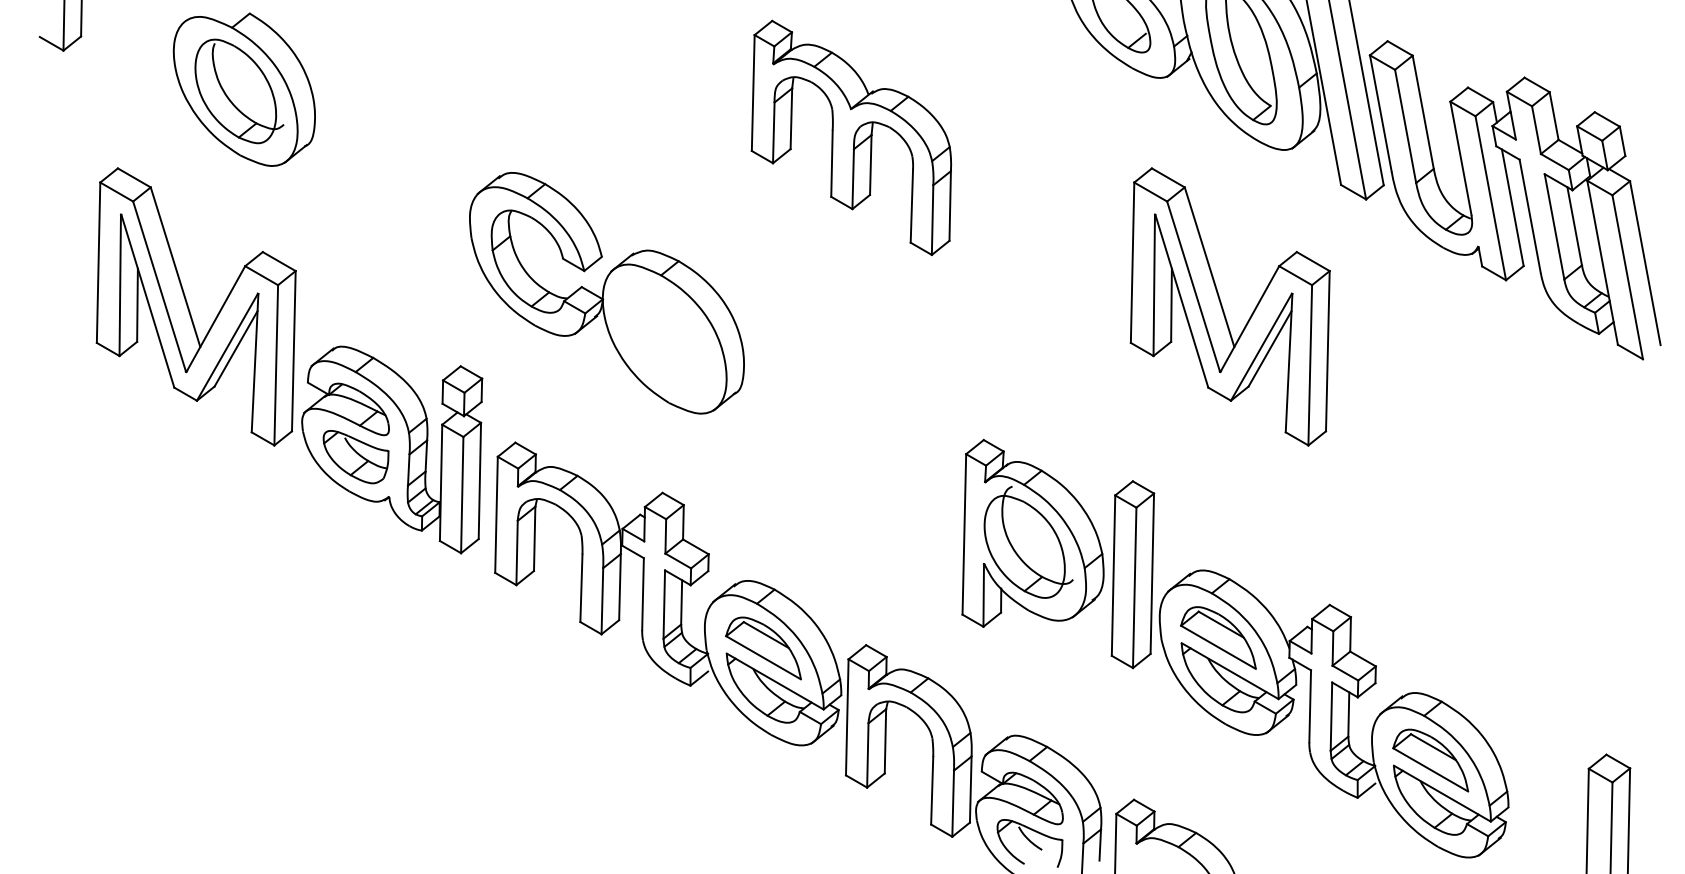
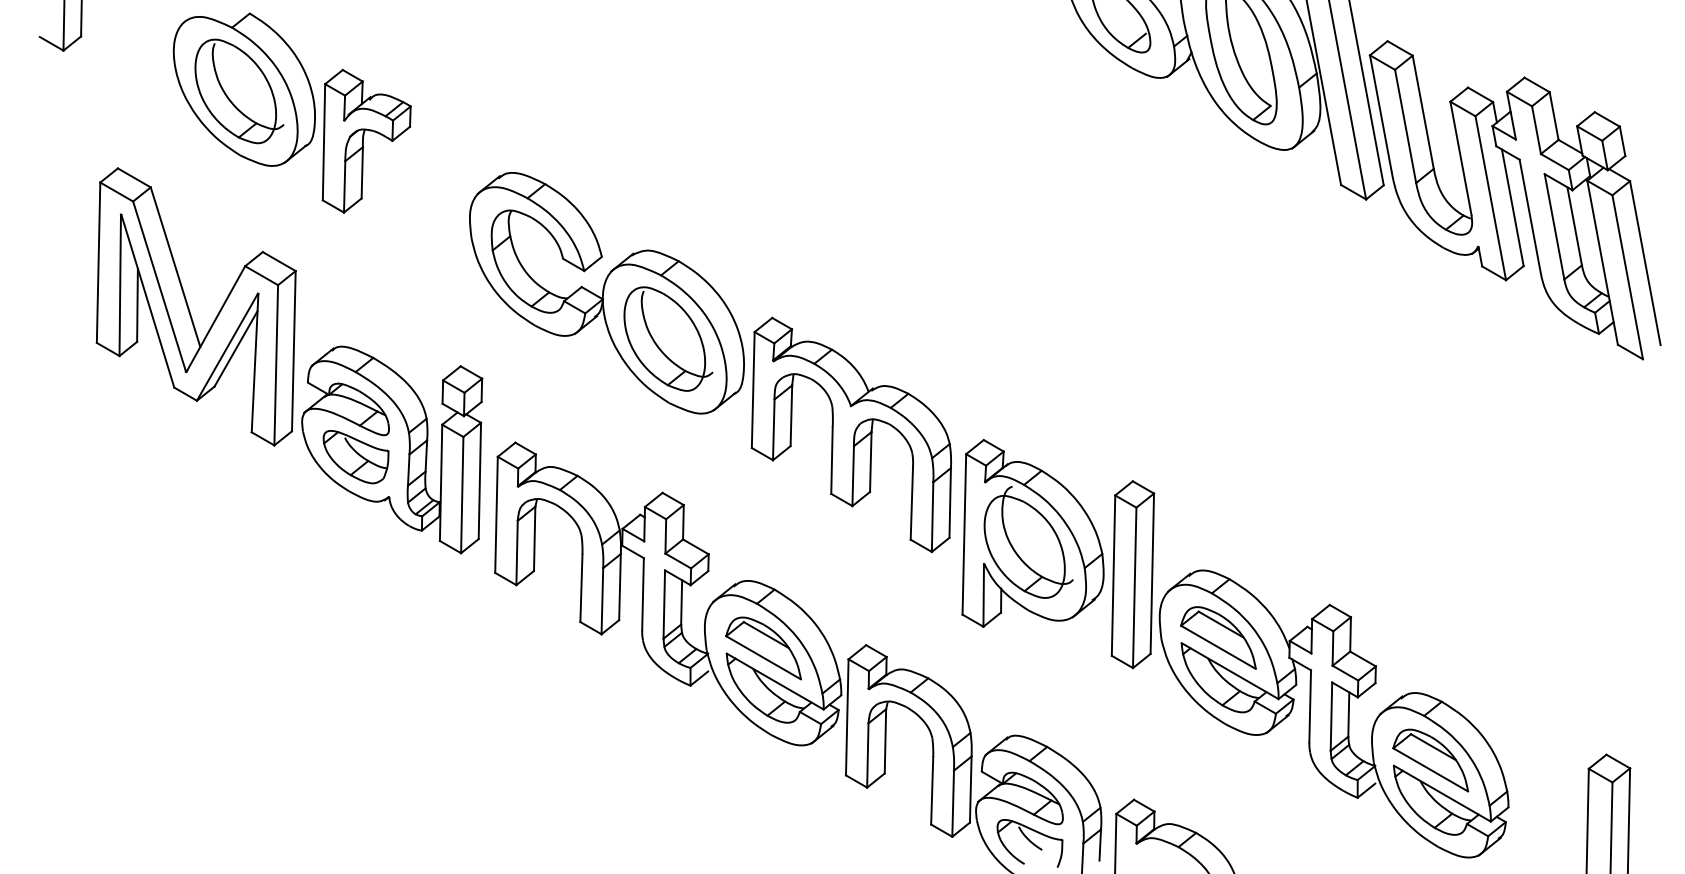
part at (851, 137) position: (851, 137) -> (851, 434)
part at (366, 140): none -> present
part at (1223, 308): present -> none
part at (668, 338): none -> present
